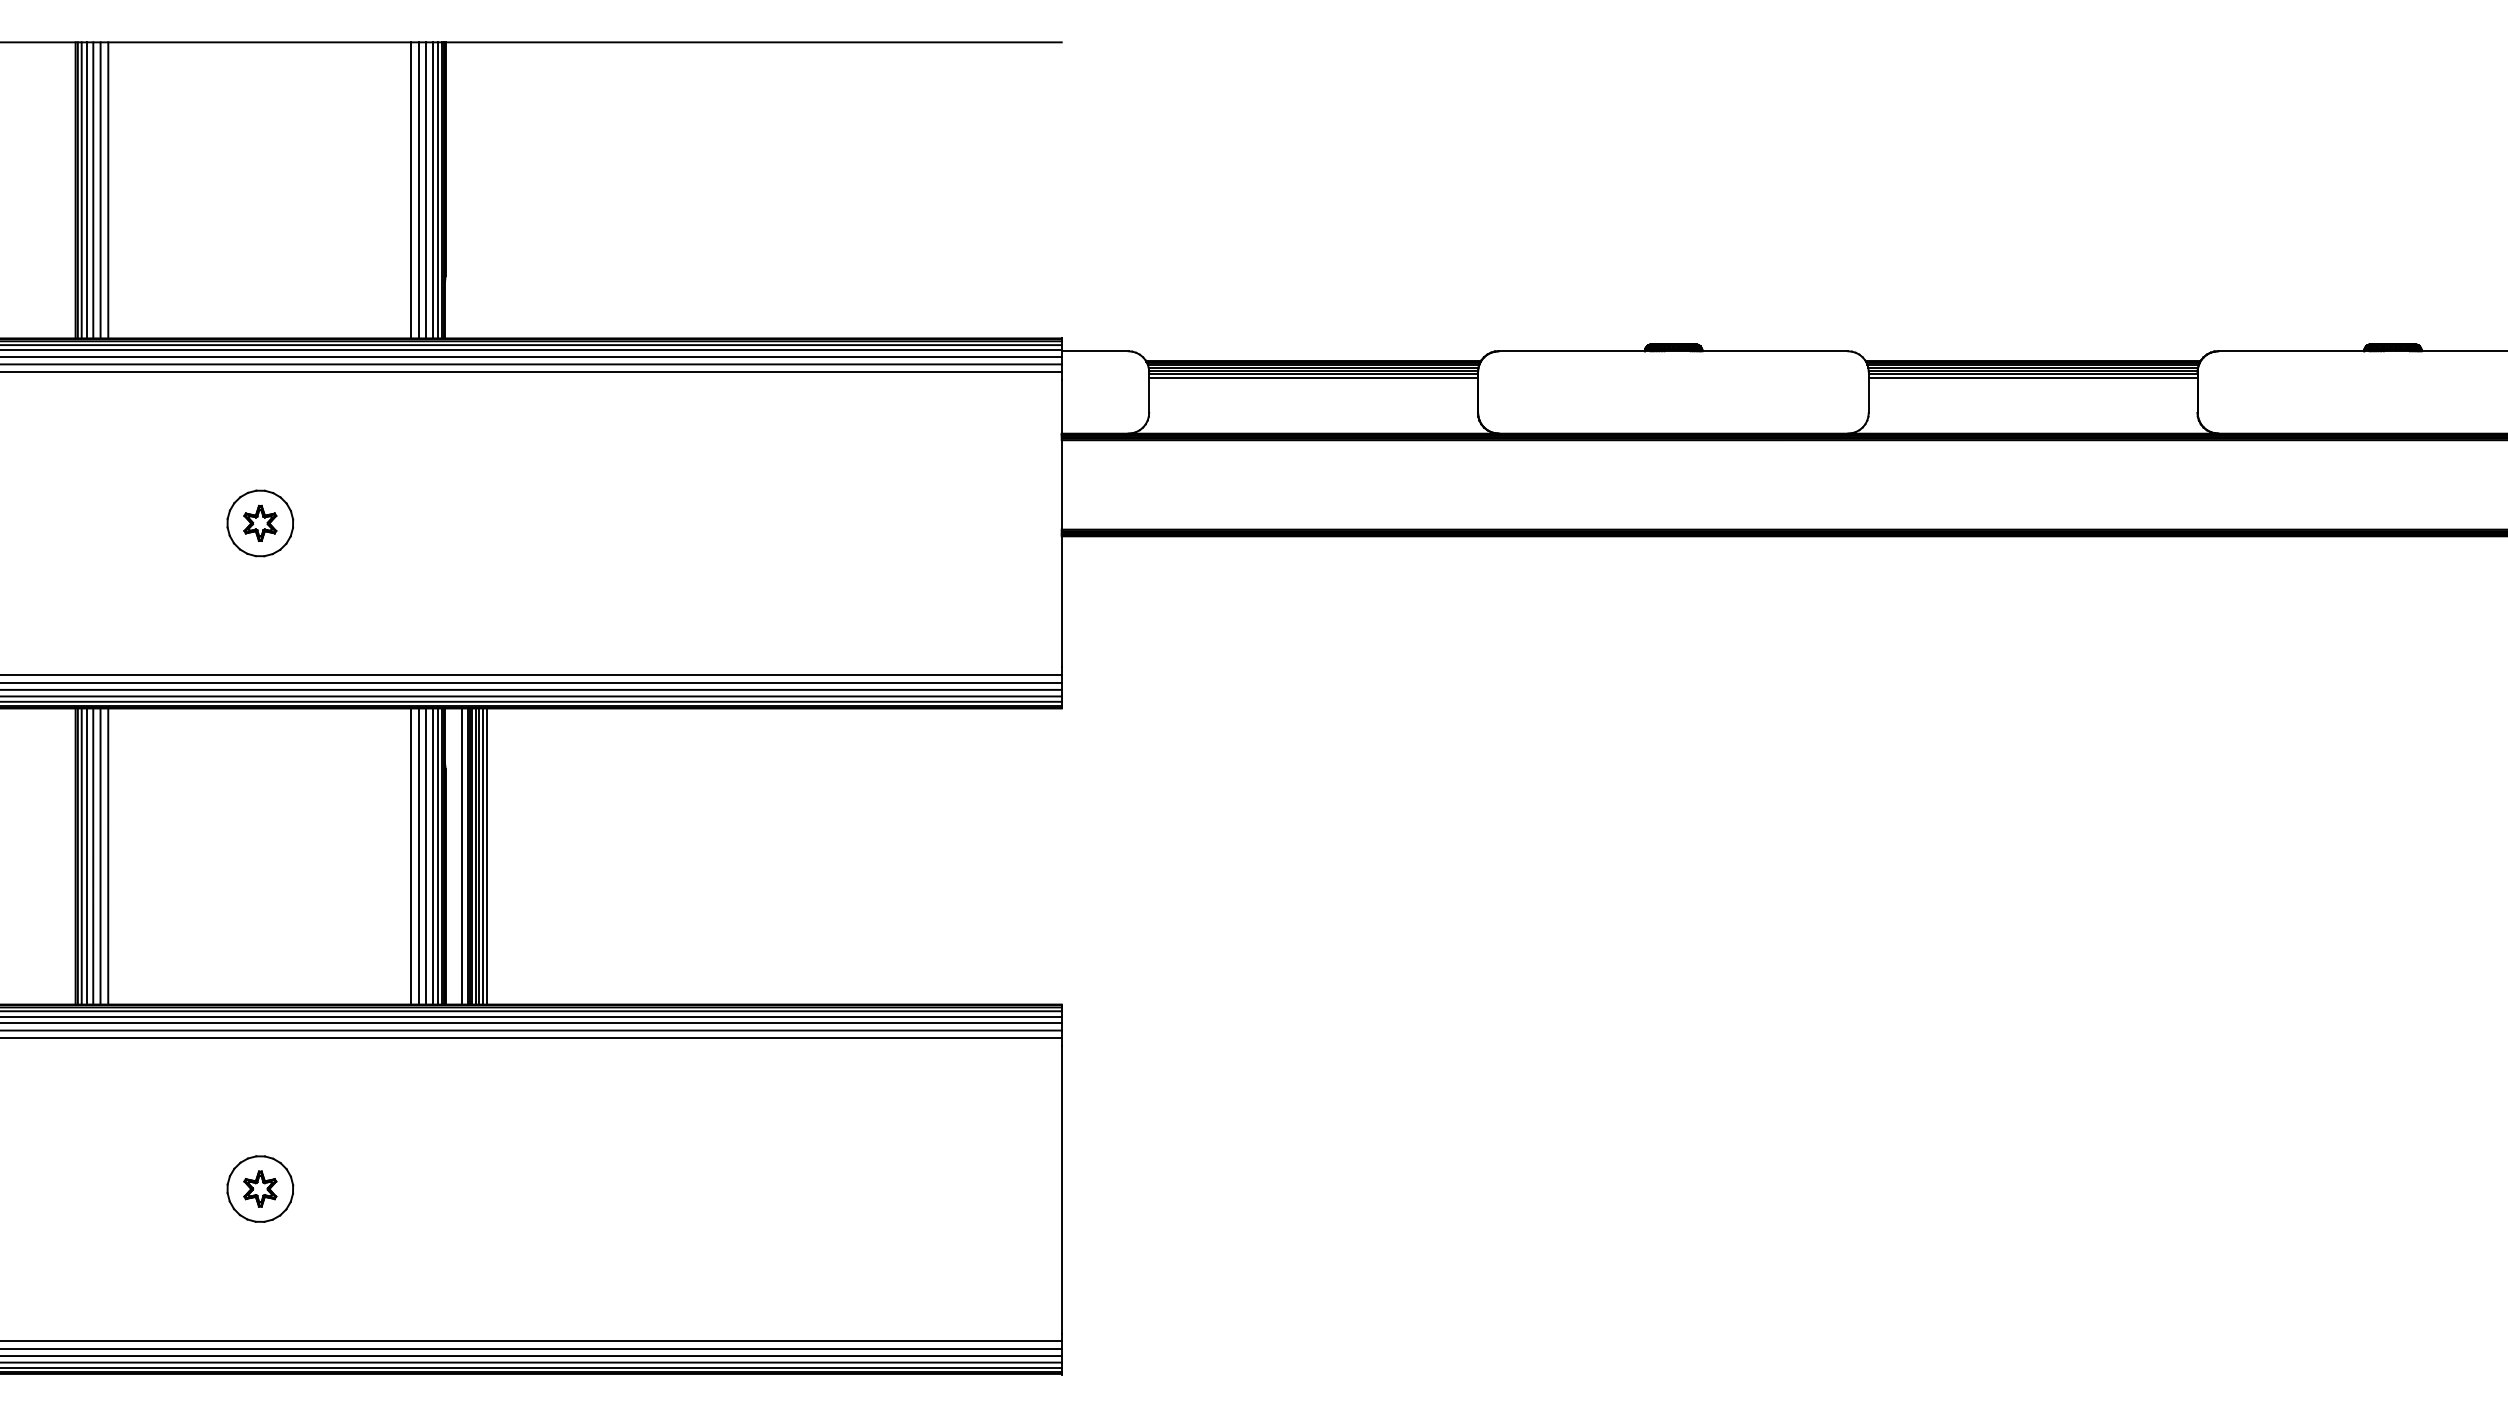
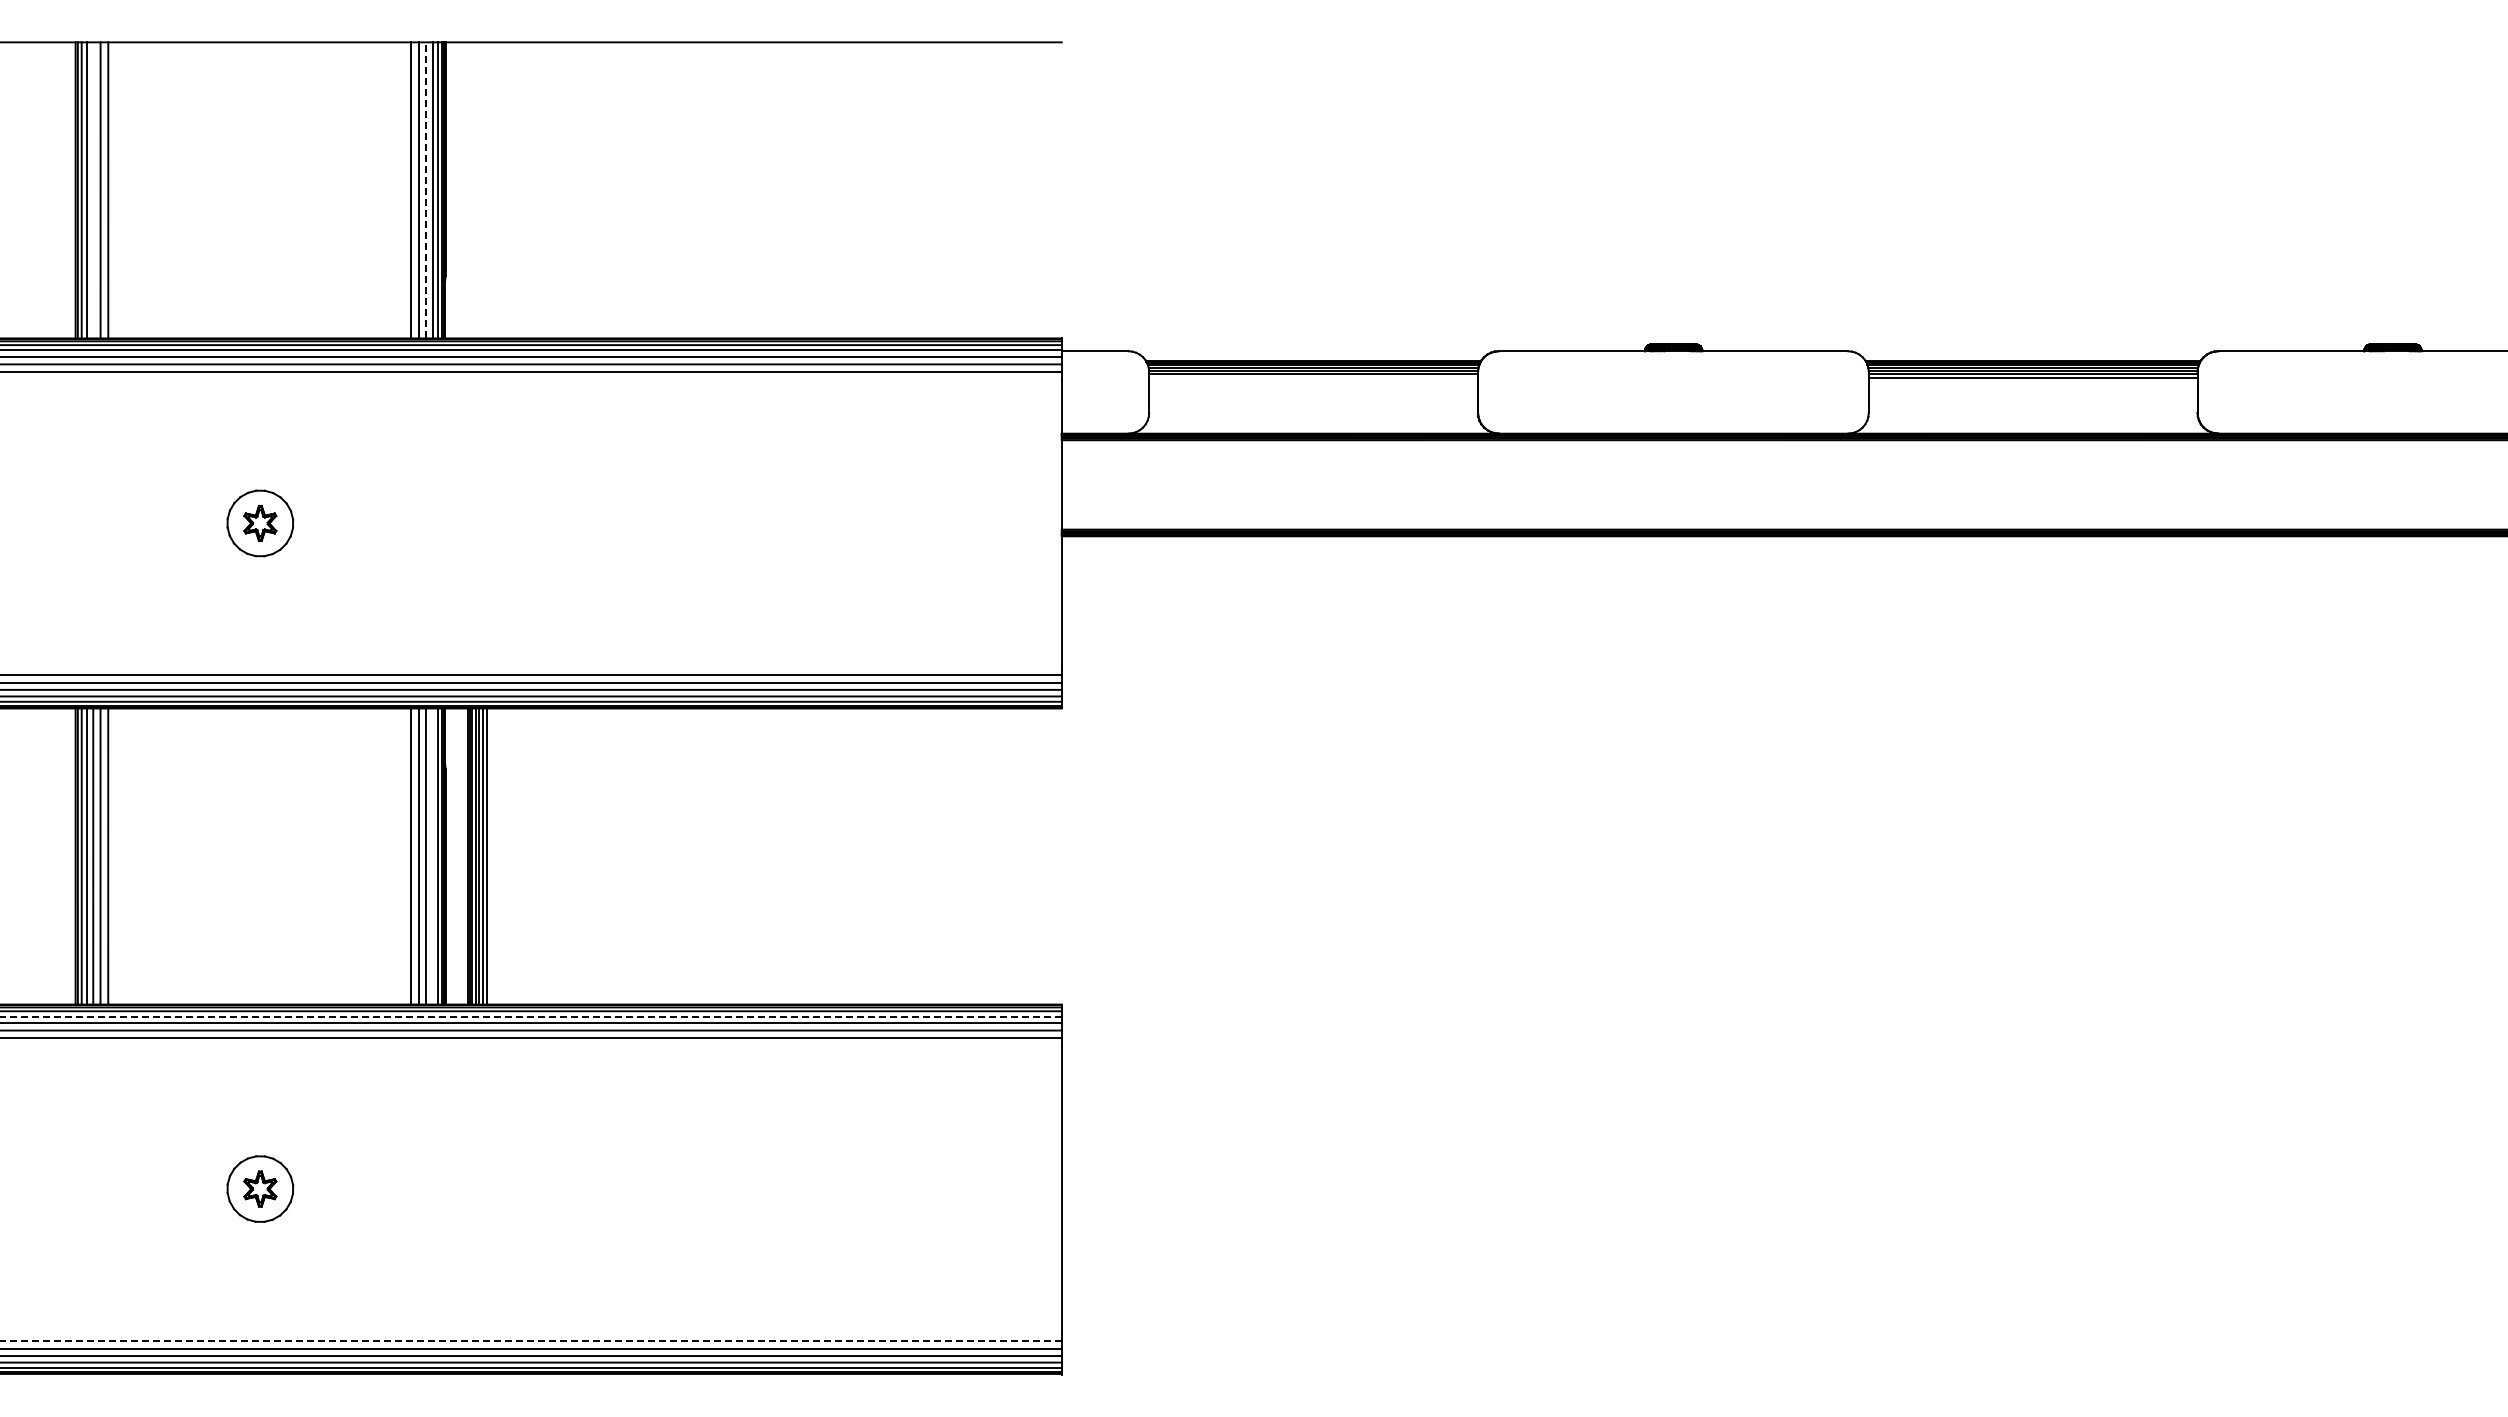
line at (426, 189): solid -> dashed
line at (93, 190): present -> none
line at (1313, 378): present -> none
line at (432, 856): present -> none
line at (462, 856): present -> none
line at (531, 1016): solid -> dashed
line at (531, 1340): solid -> dashed
